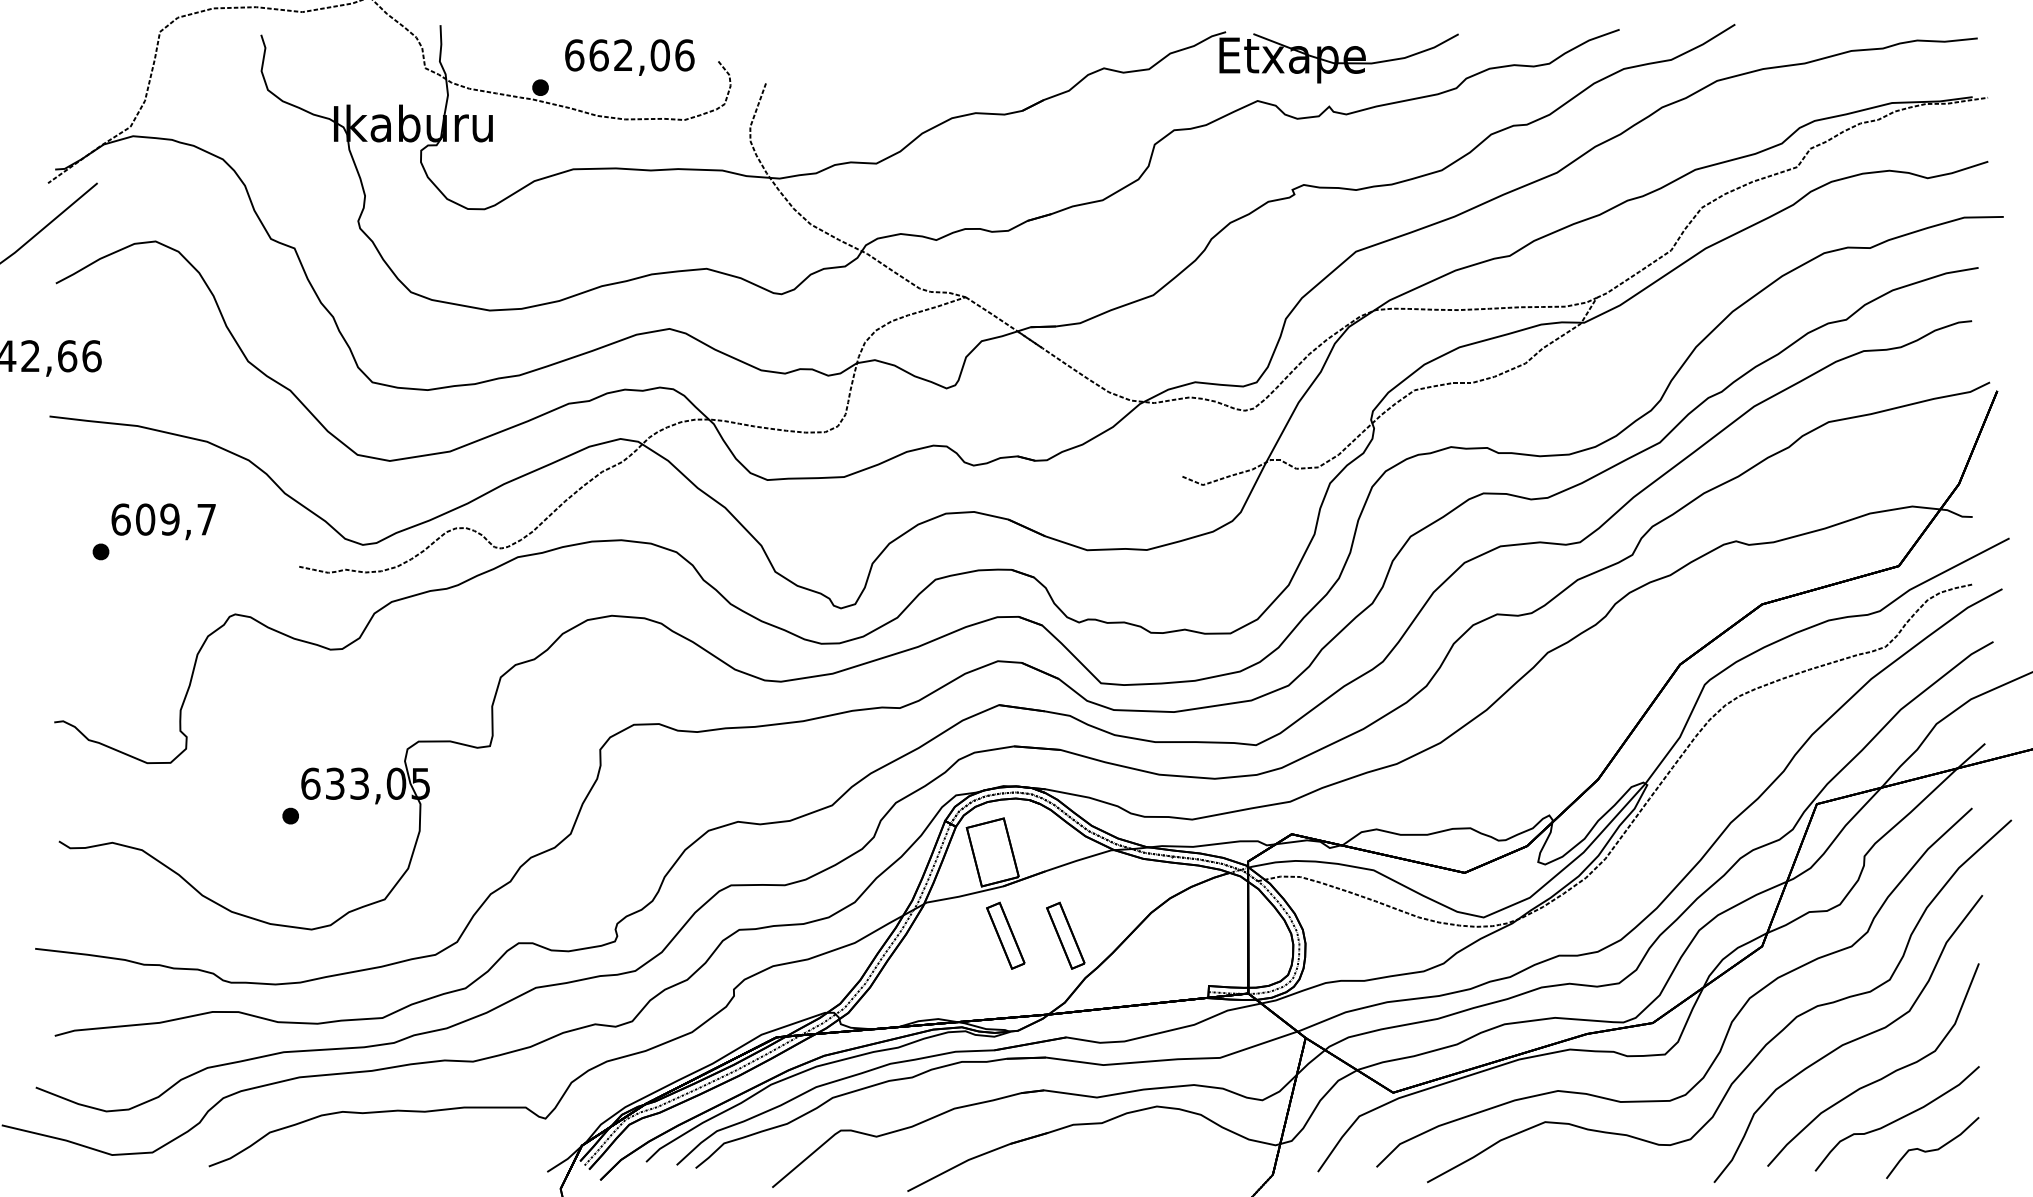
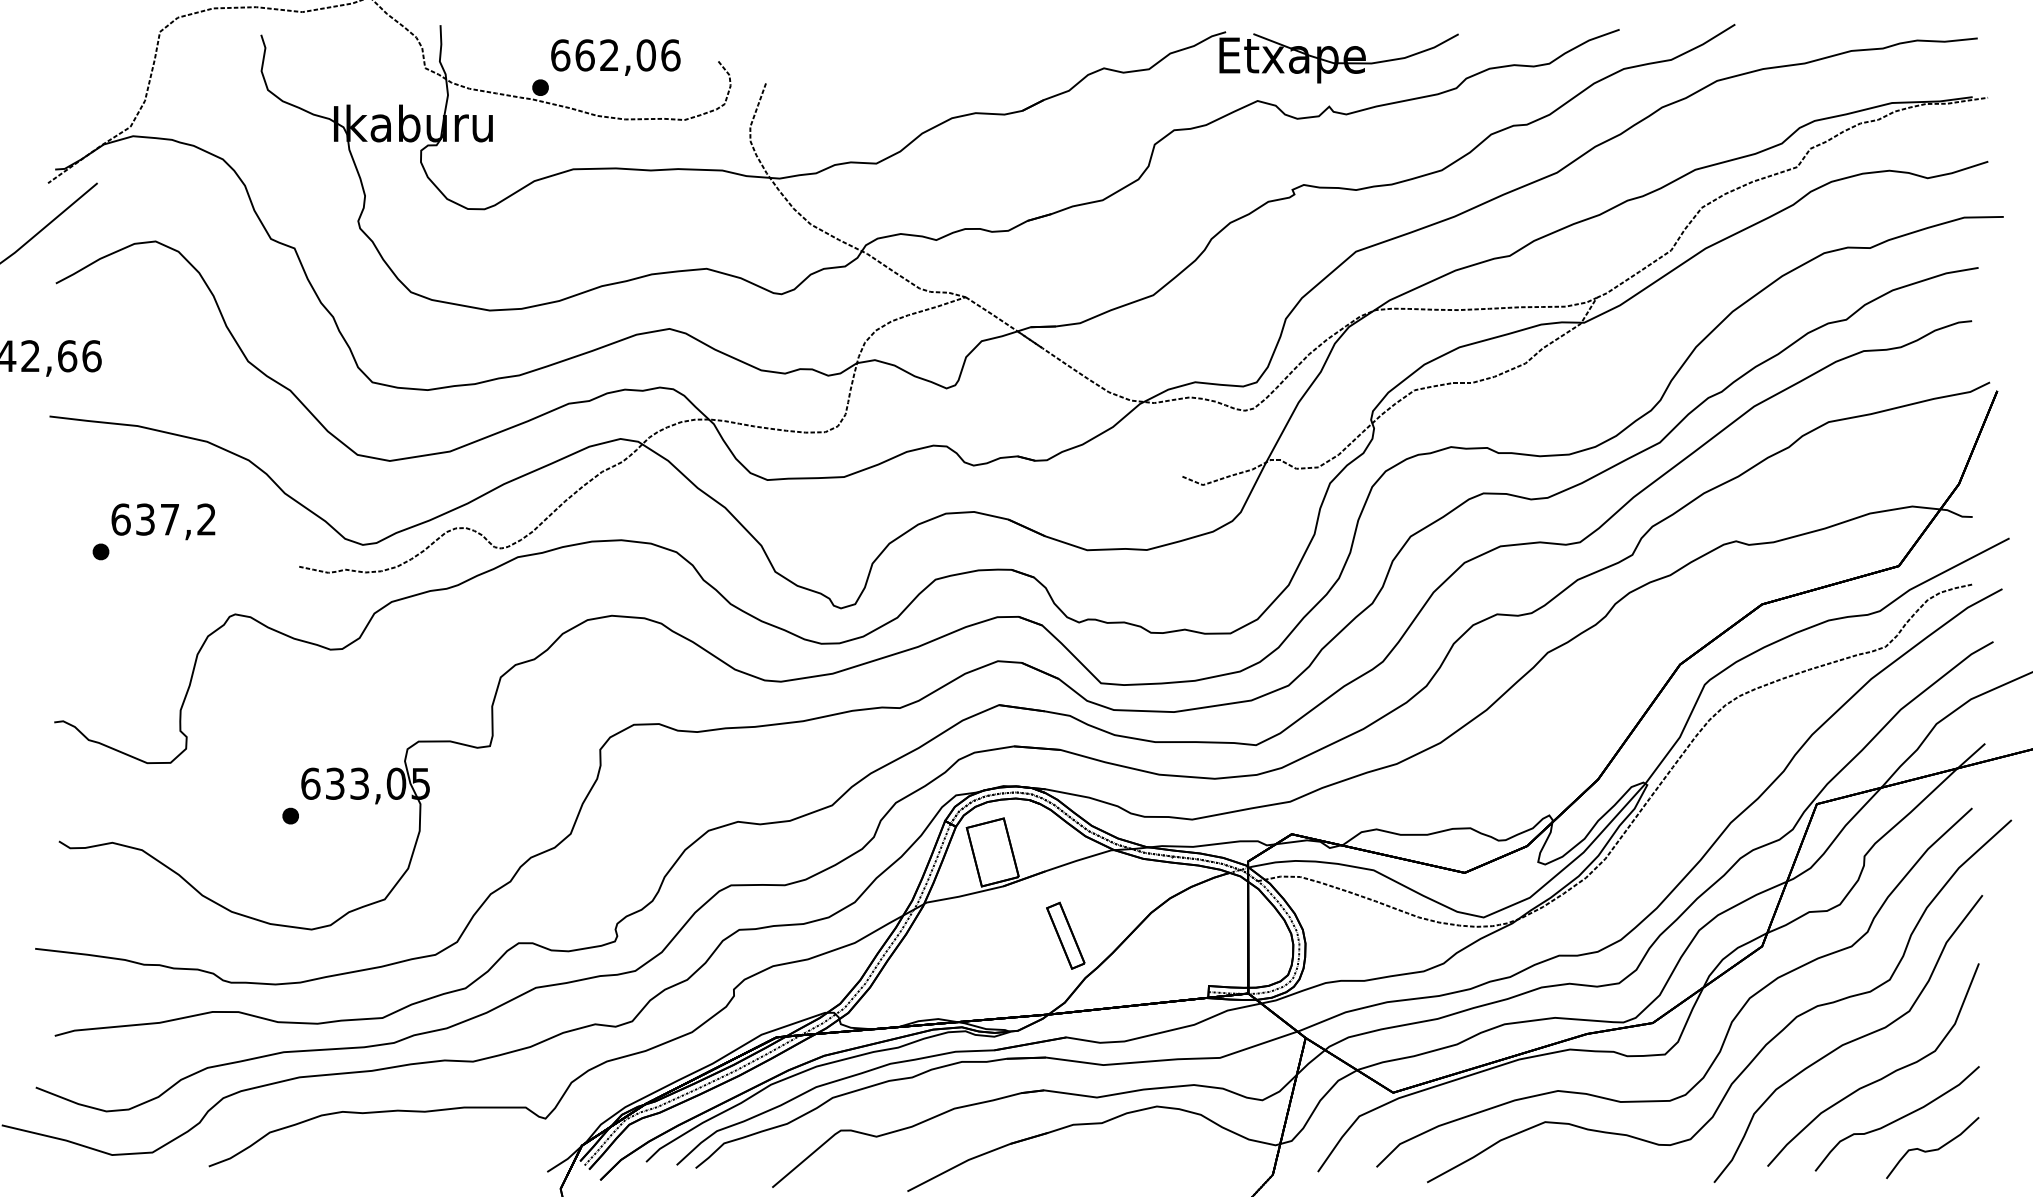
text at (629, 57) position: (629, 57) -> (615, 57)
text at (175, 519): 609,7 -> 637,2
part at (1005, 935): present -> none
